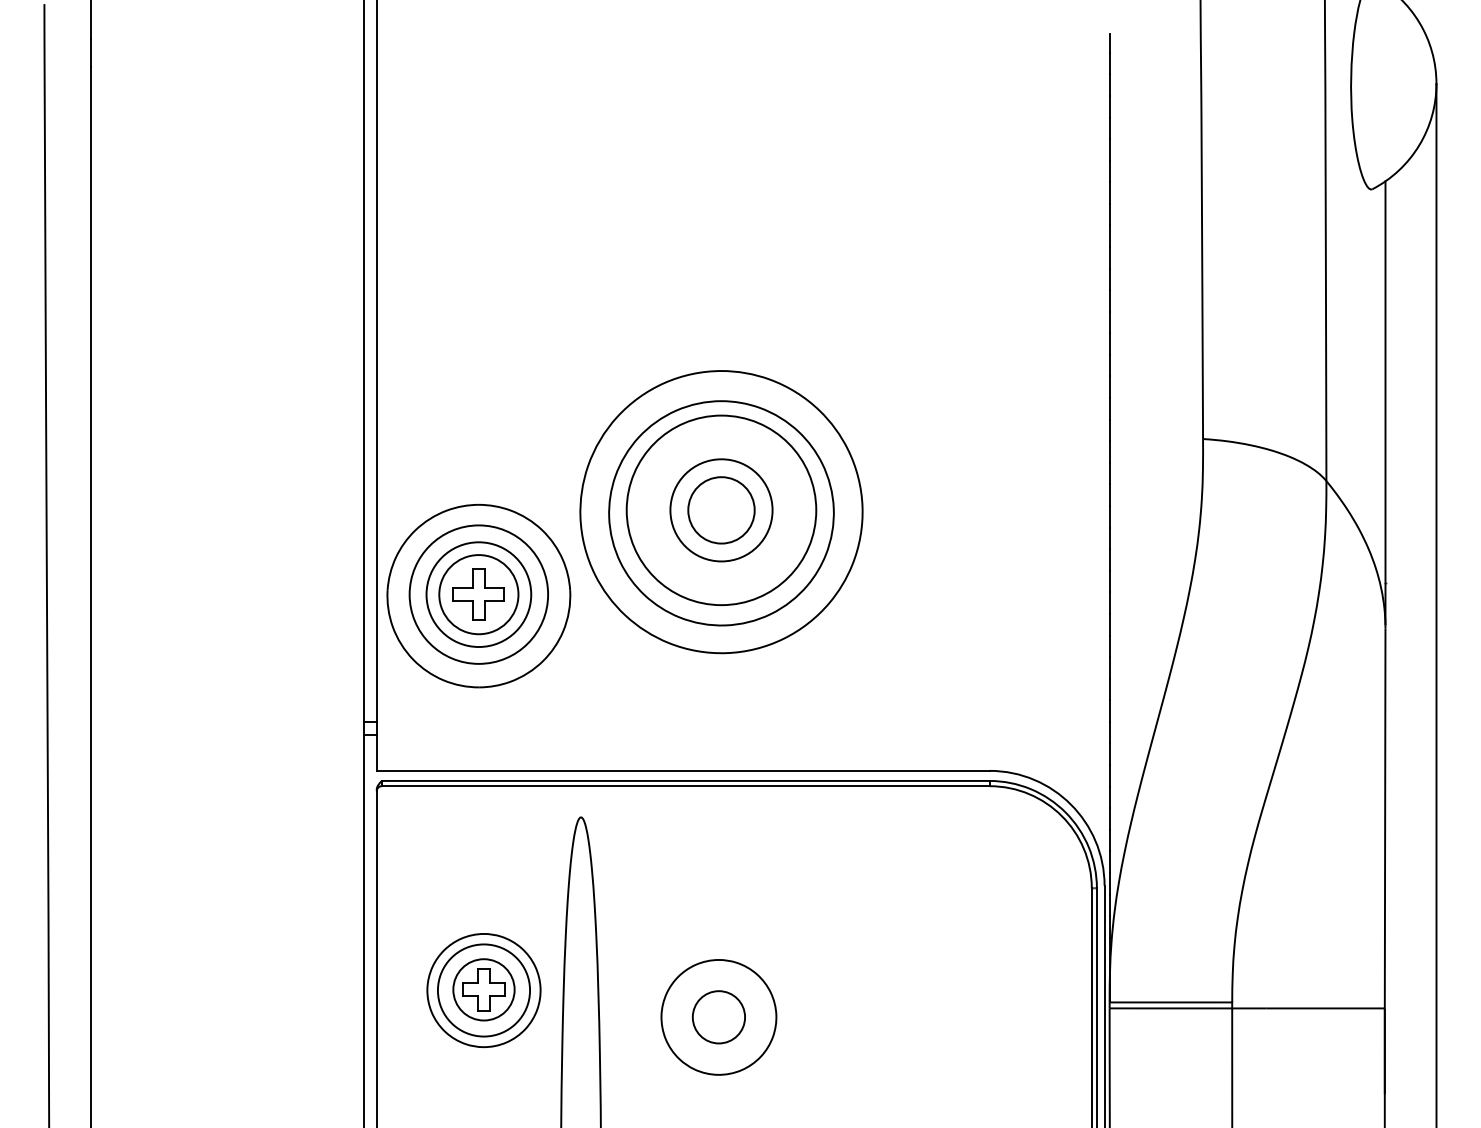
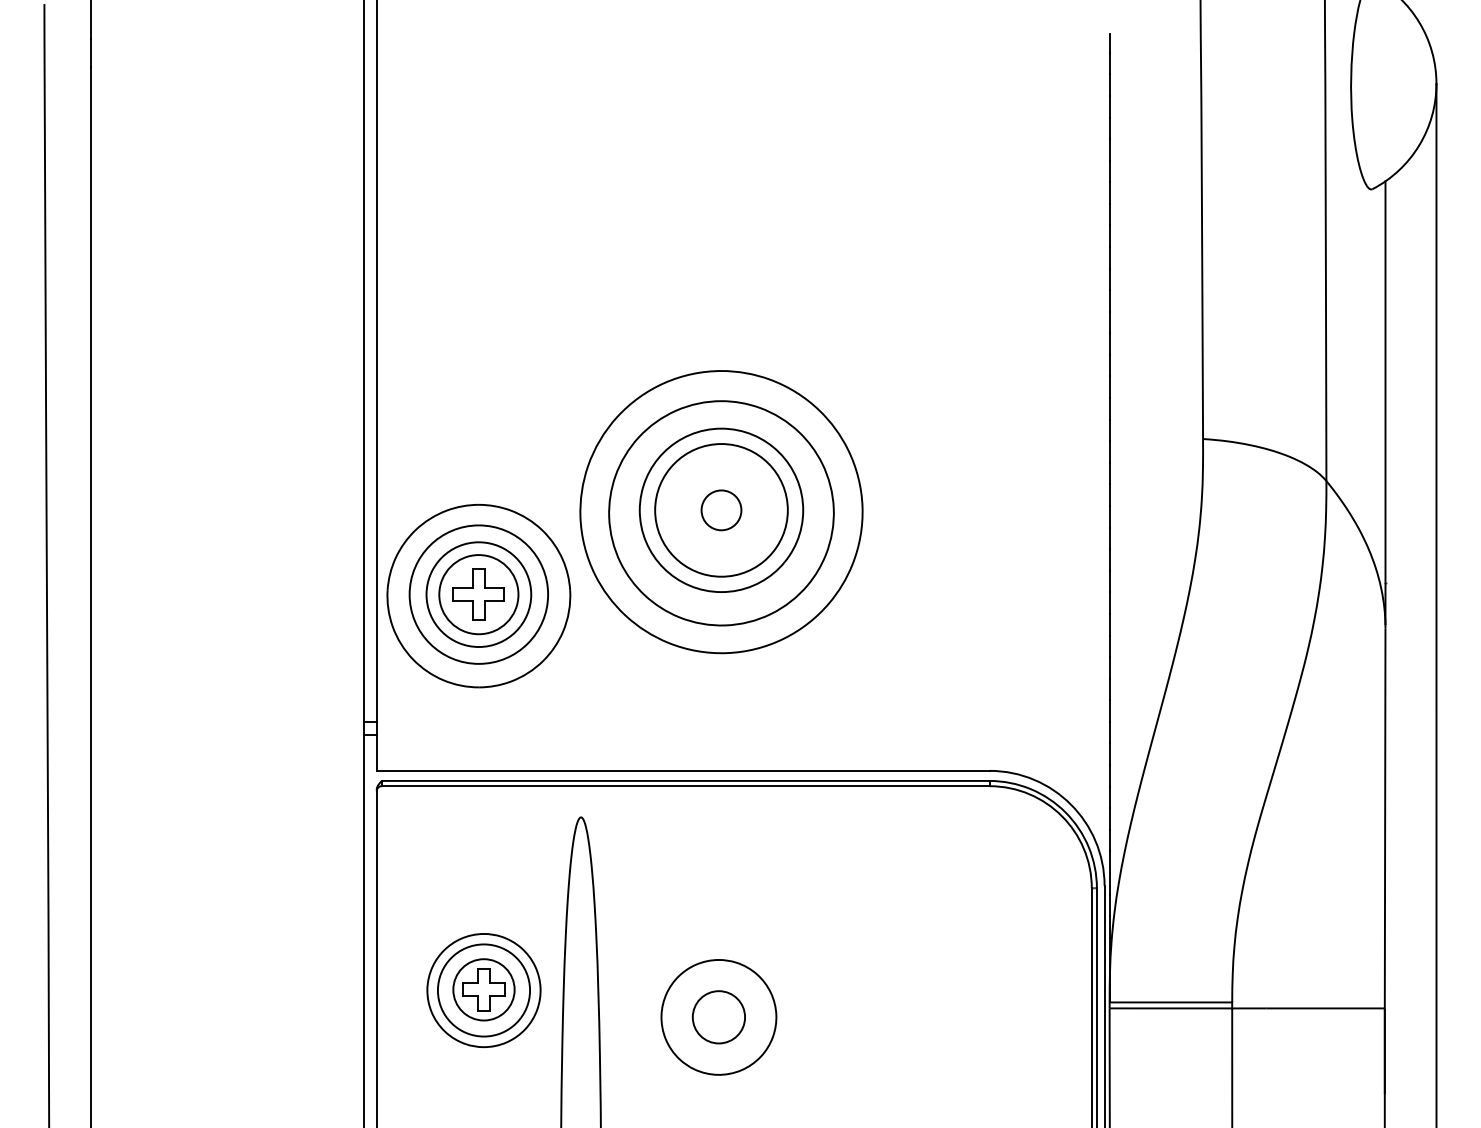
circle at (721, 510) diameter: 102 px -> 163 px
circle at (721, 510) diameter: 190 px -> 133 px
circle at (721, 510) diameter: 66 px -> 40 px
